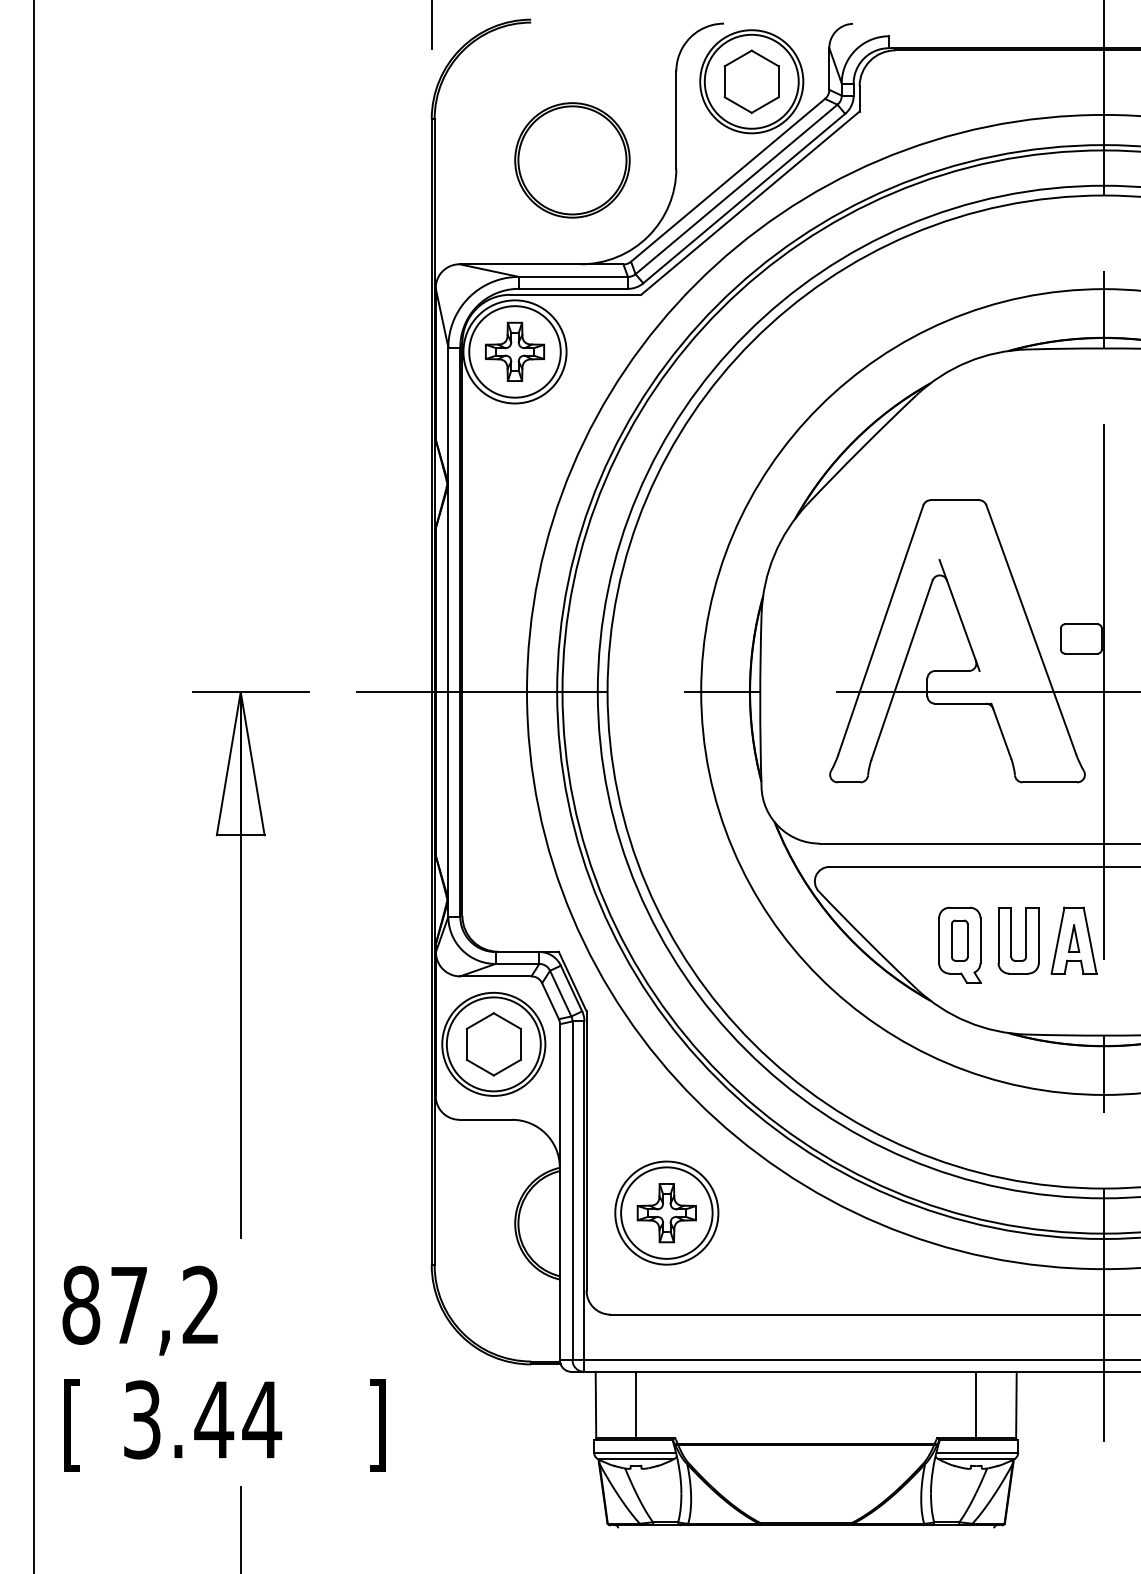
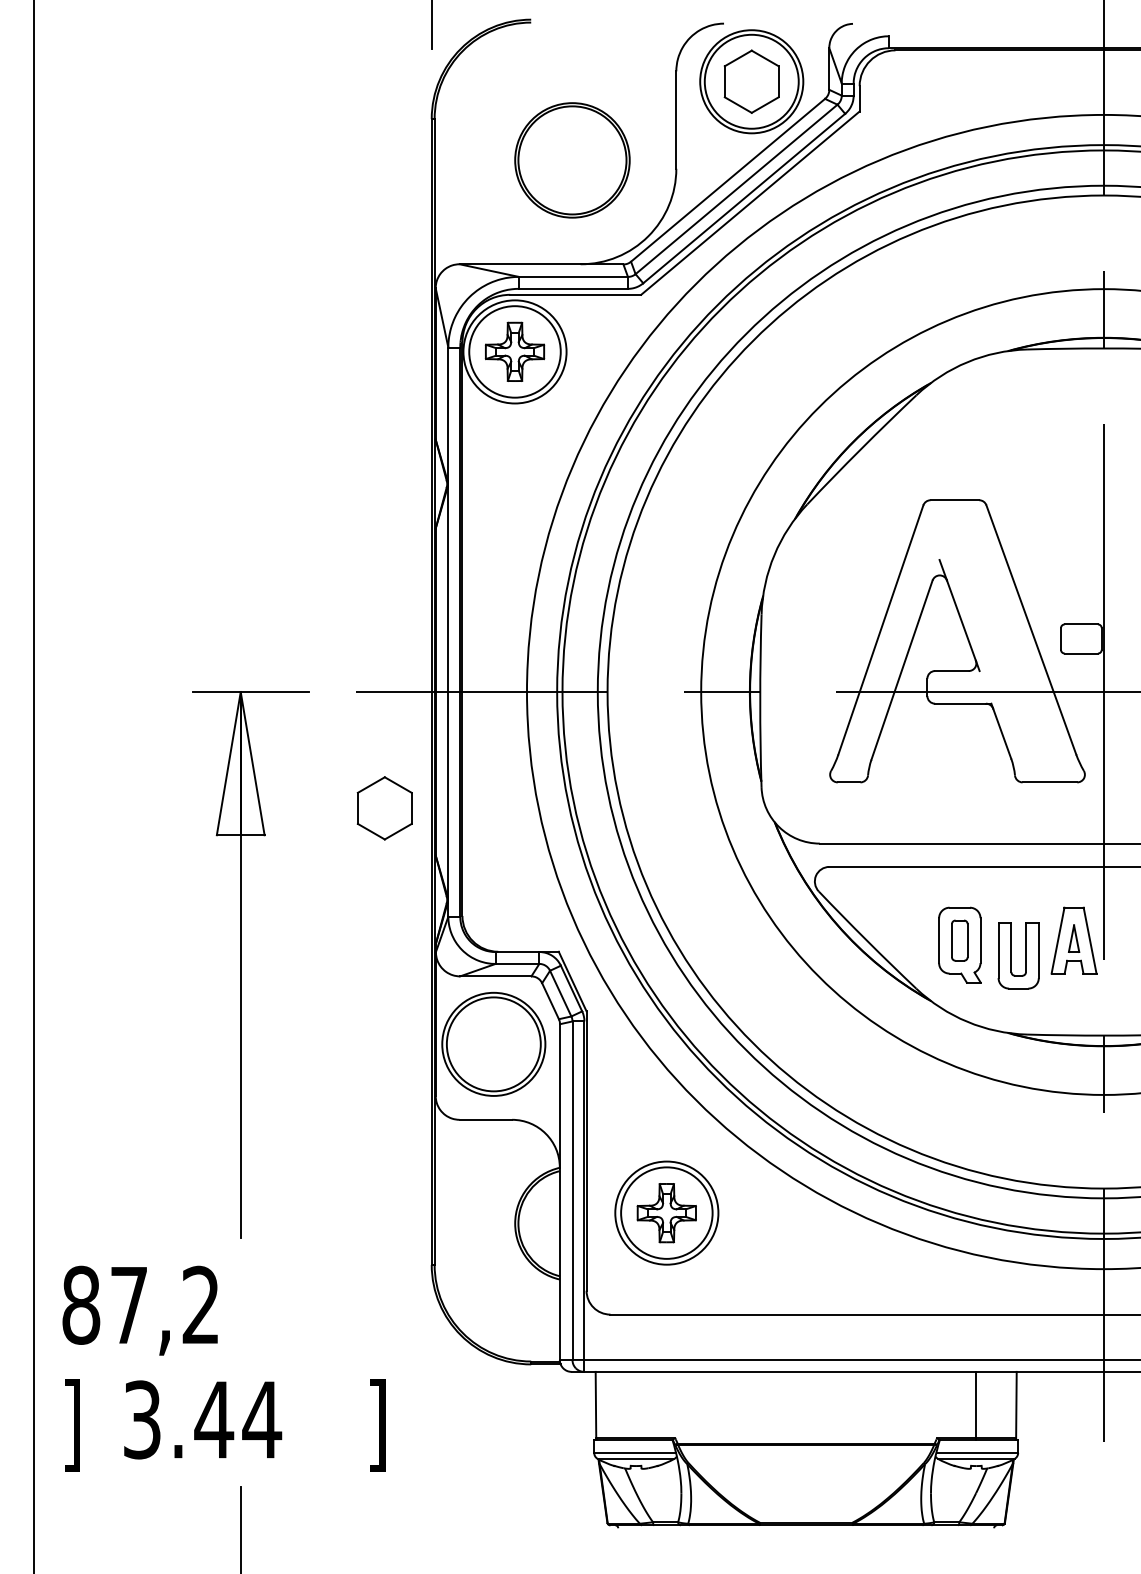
part at (1011, 940) position: (1011, 940) -> (1011, 955)
part at (493, 1044) position: (493, 1044) -> (384, 808)
line at (636, 1405): present -> none
text at (71, 1425): [ -> ]
